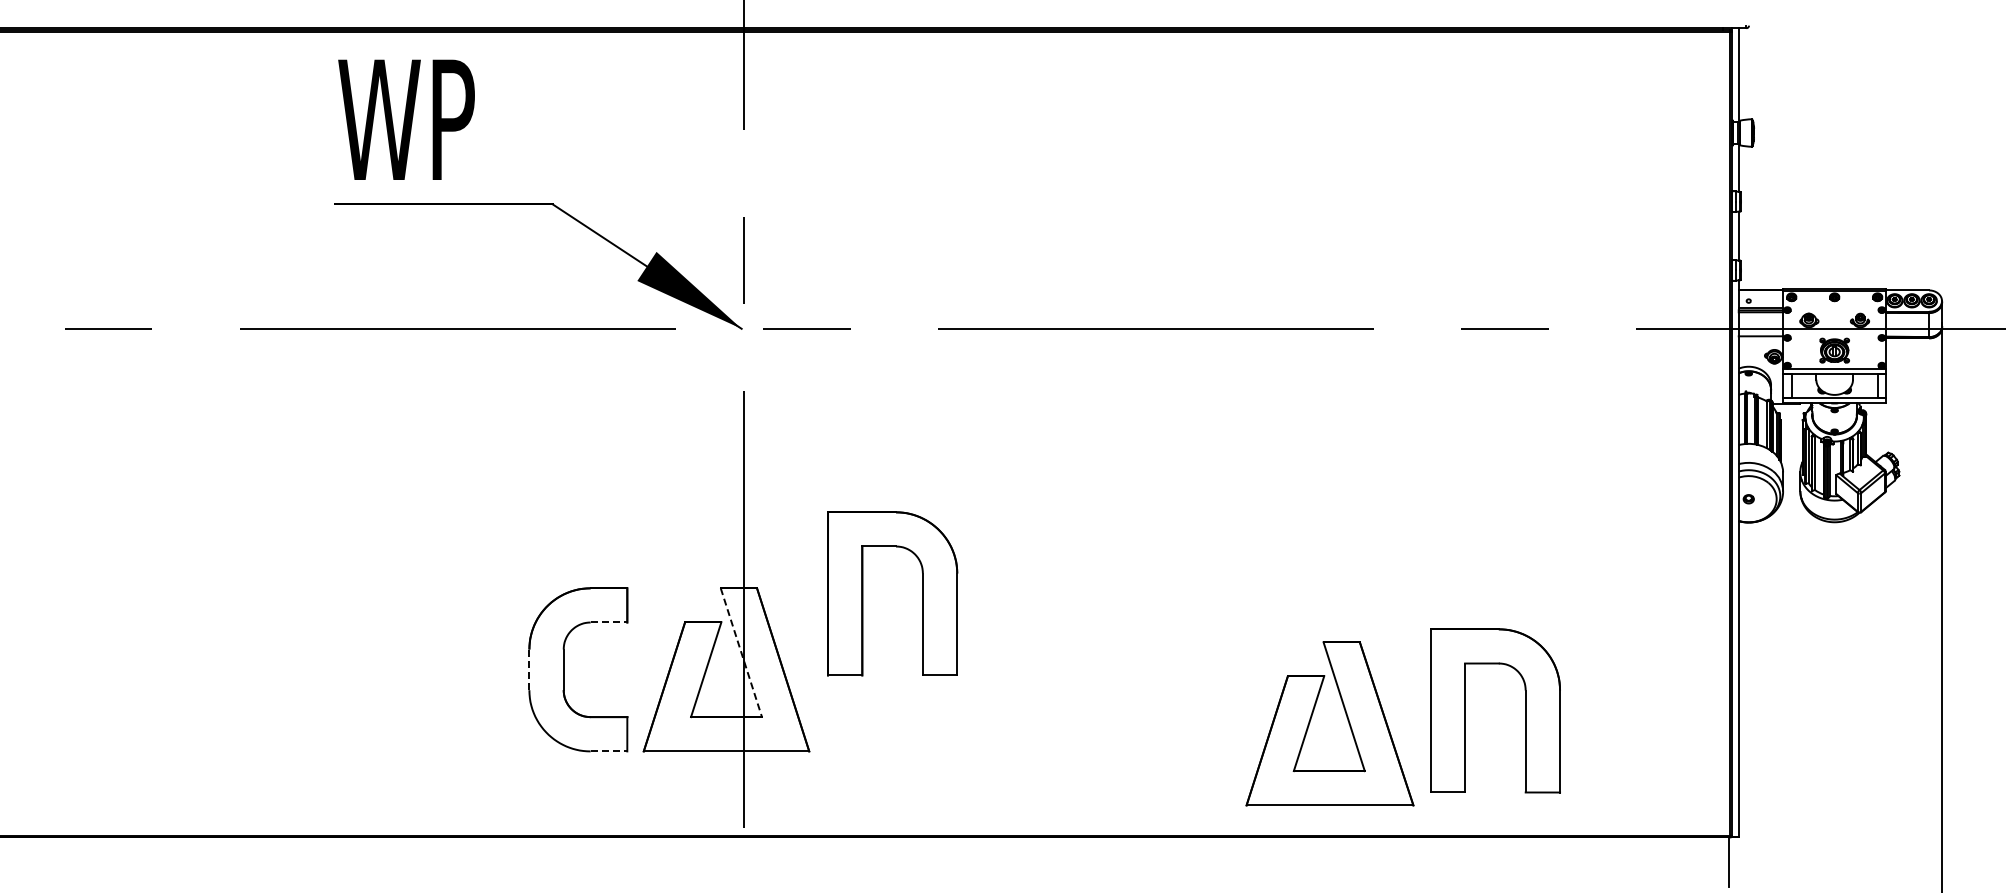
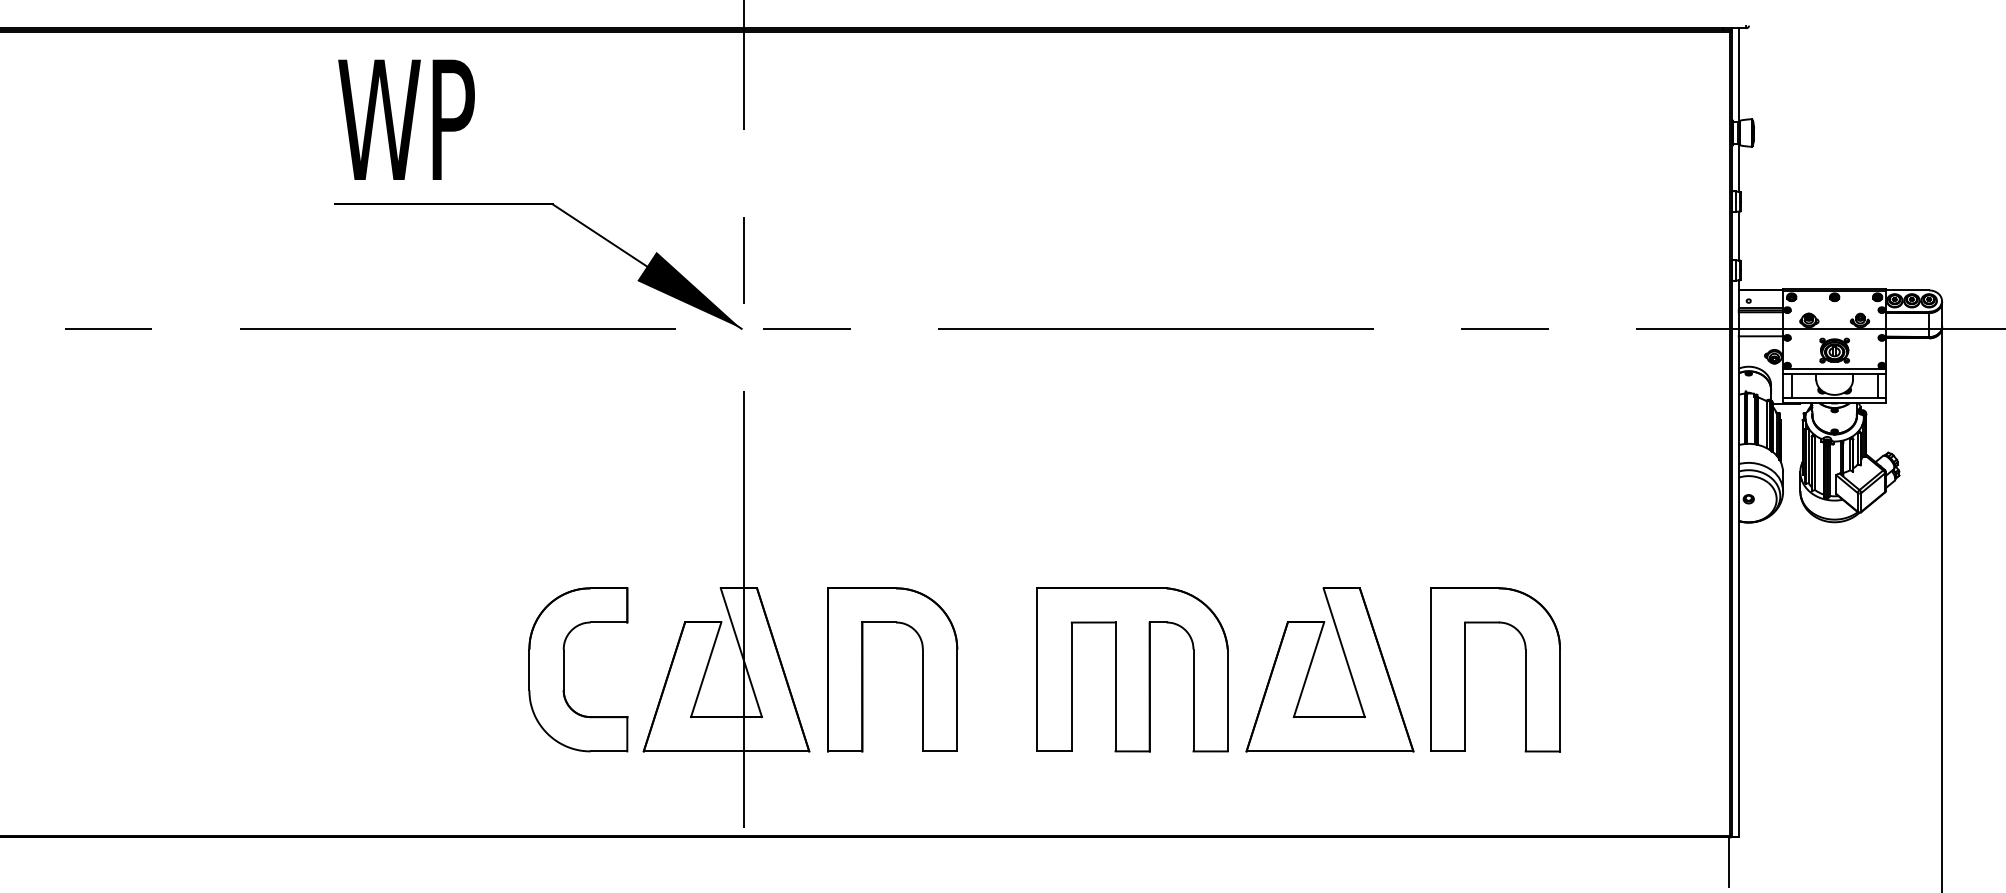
part at (863, 593) position: (863, 593) -> (863, 669)
line at (609, 622): dashed -> solid
line at (741, 652): dashed -> solid
part at (1132, 669): none -> present
line at (529, 670): dashed -> solid
part at (1465, 710) position: (1465, 710) -> (1465, 669)
part at (1346, 717) position: (1346, 717) -> (1346, 663)
line at (609, 751): dashed -> solid
